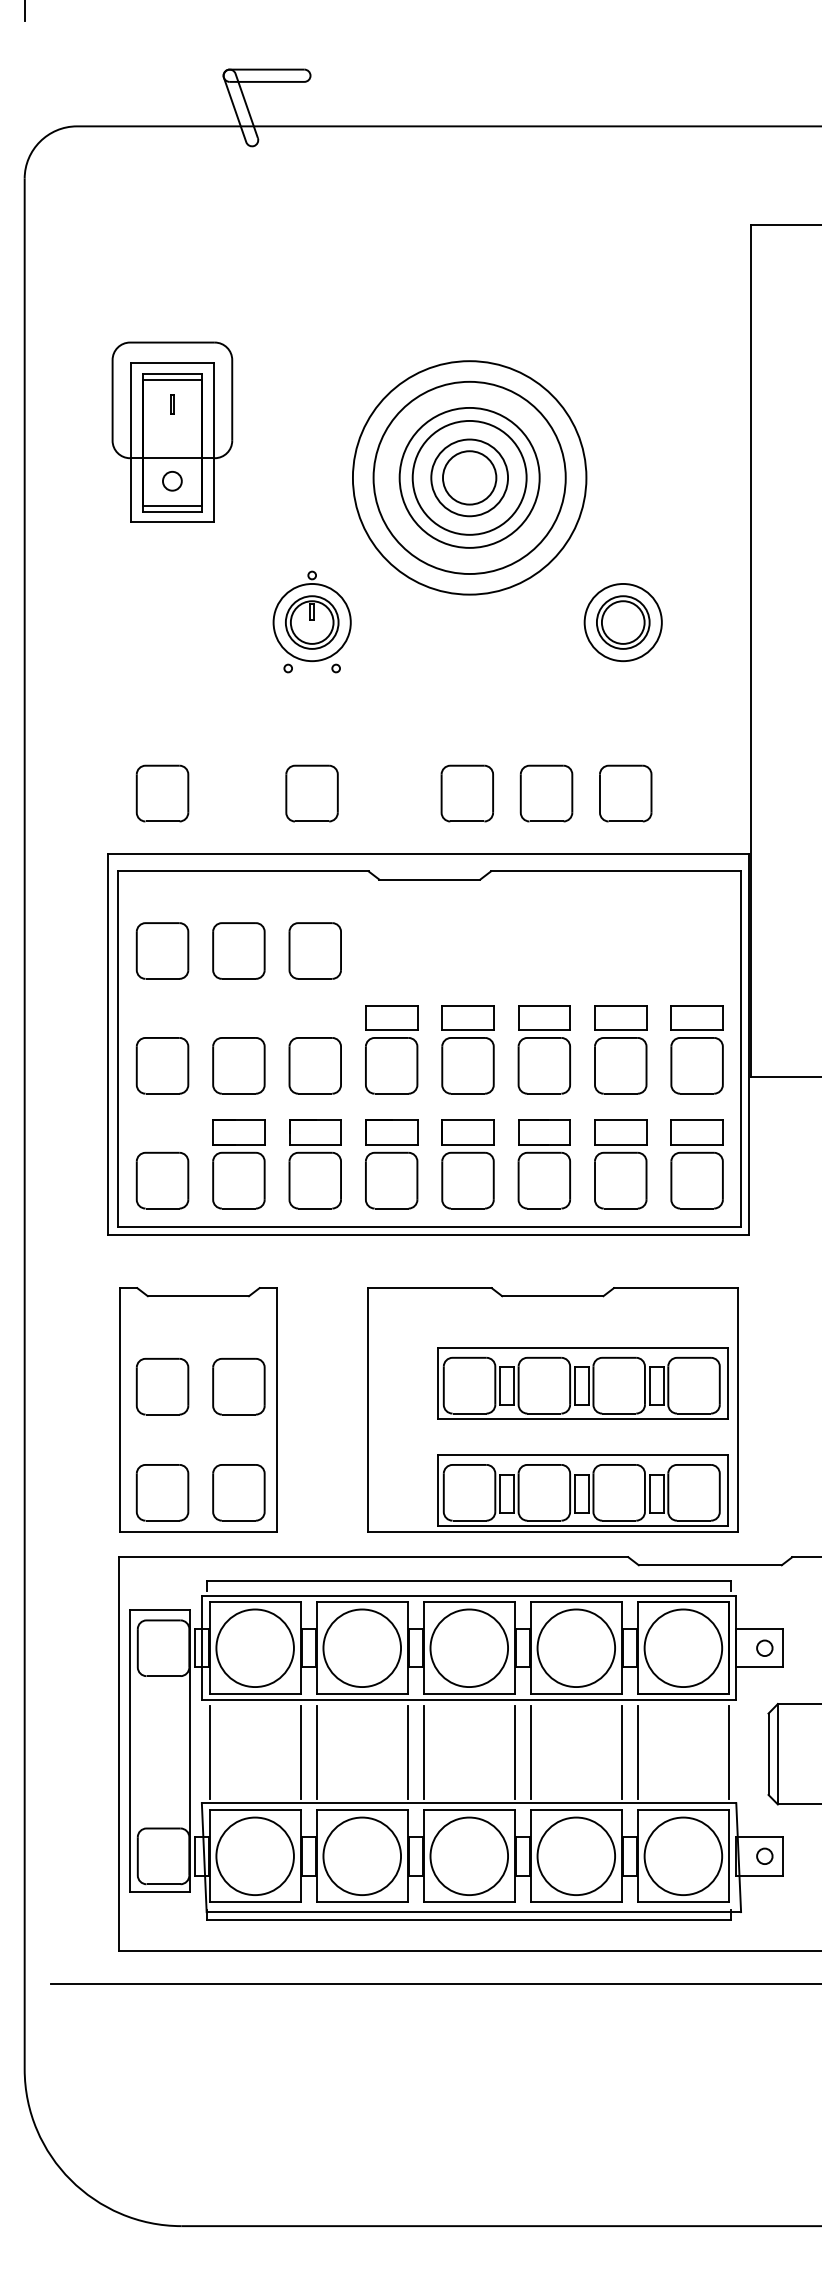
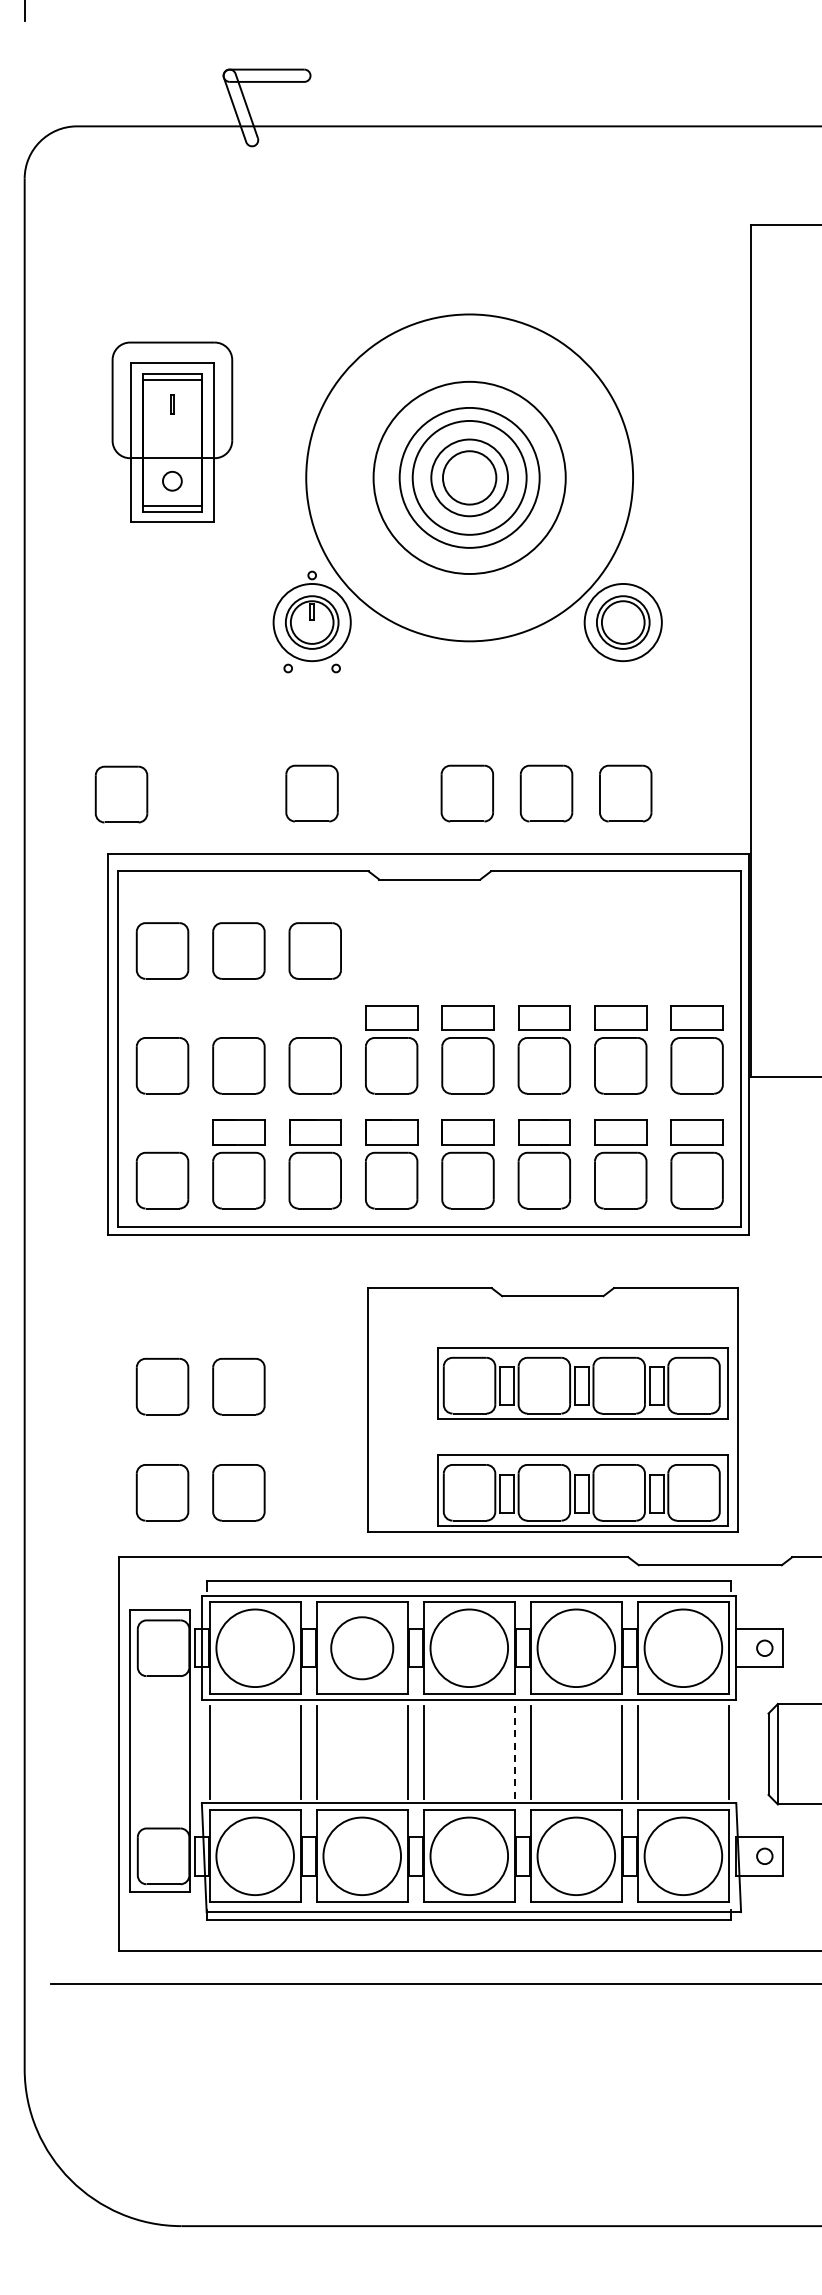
circle at (469, 477) diameter: 233 px -> 327 px
part at (162, 793) position: (162, 793) -> (121, 794)
part at (198, 1409): present -> none
circle at (362, 1648) diameter: 78 px -> 62 px
line at (514, 1751): solid -> dashed
